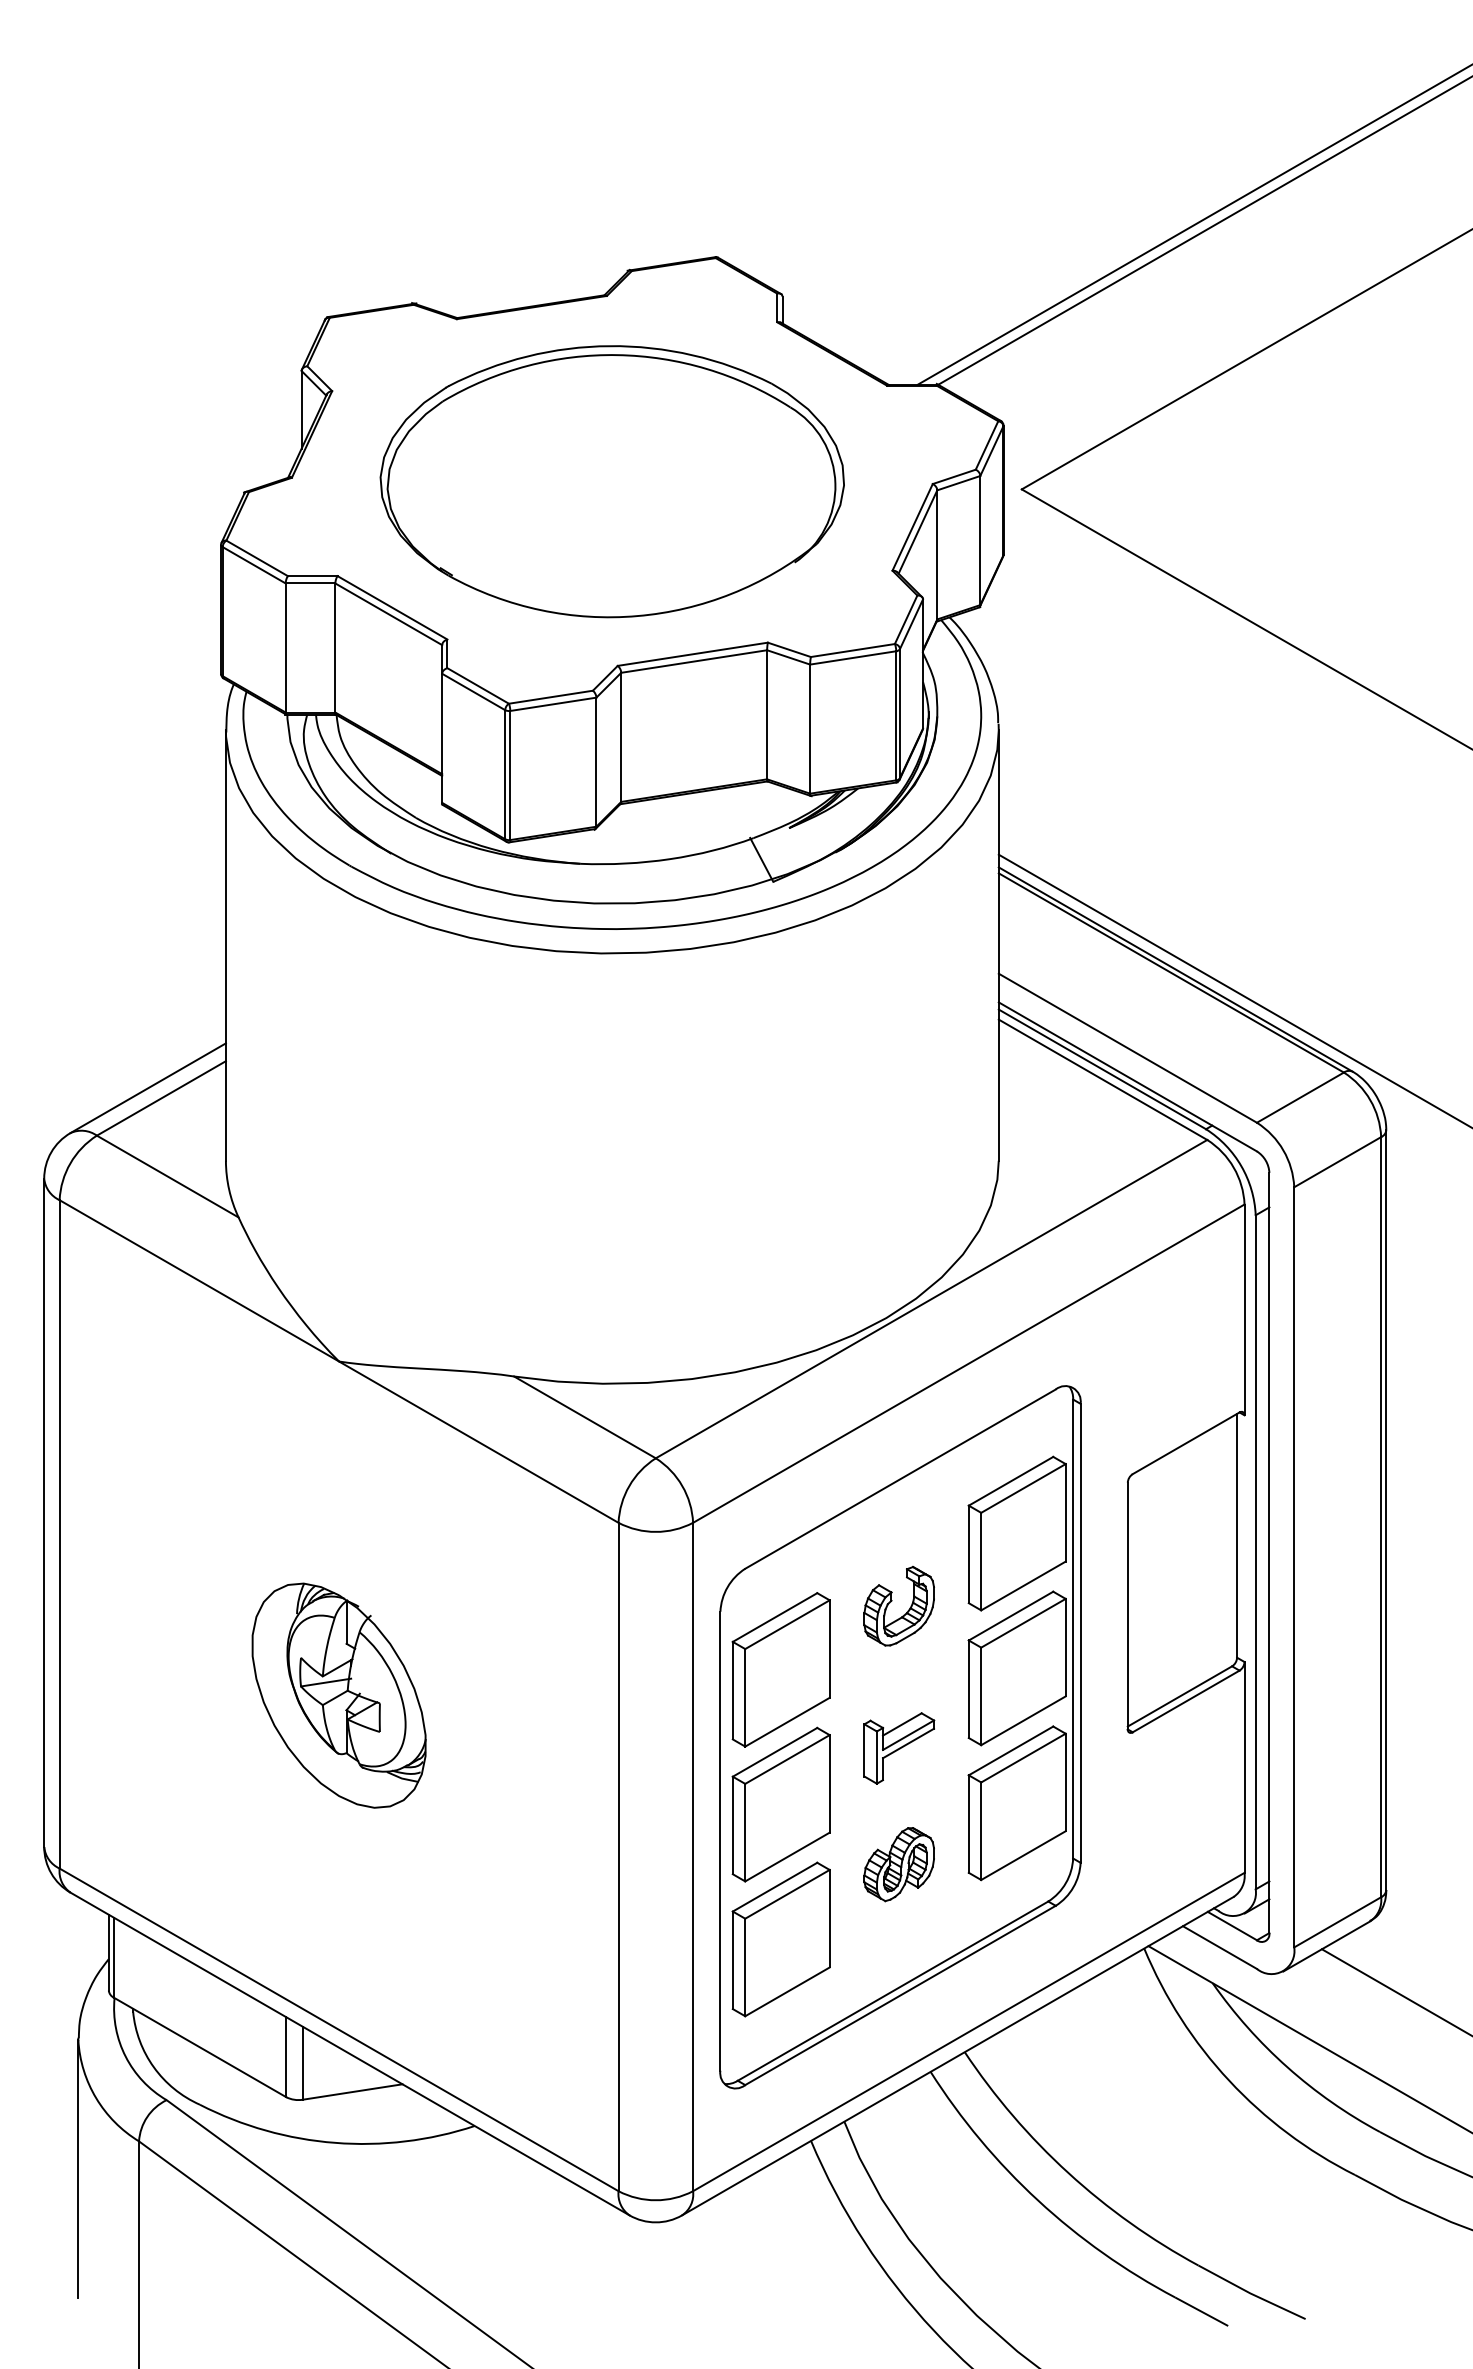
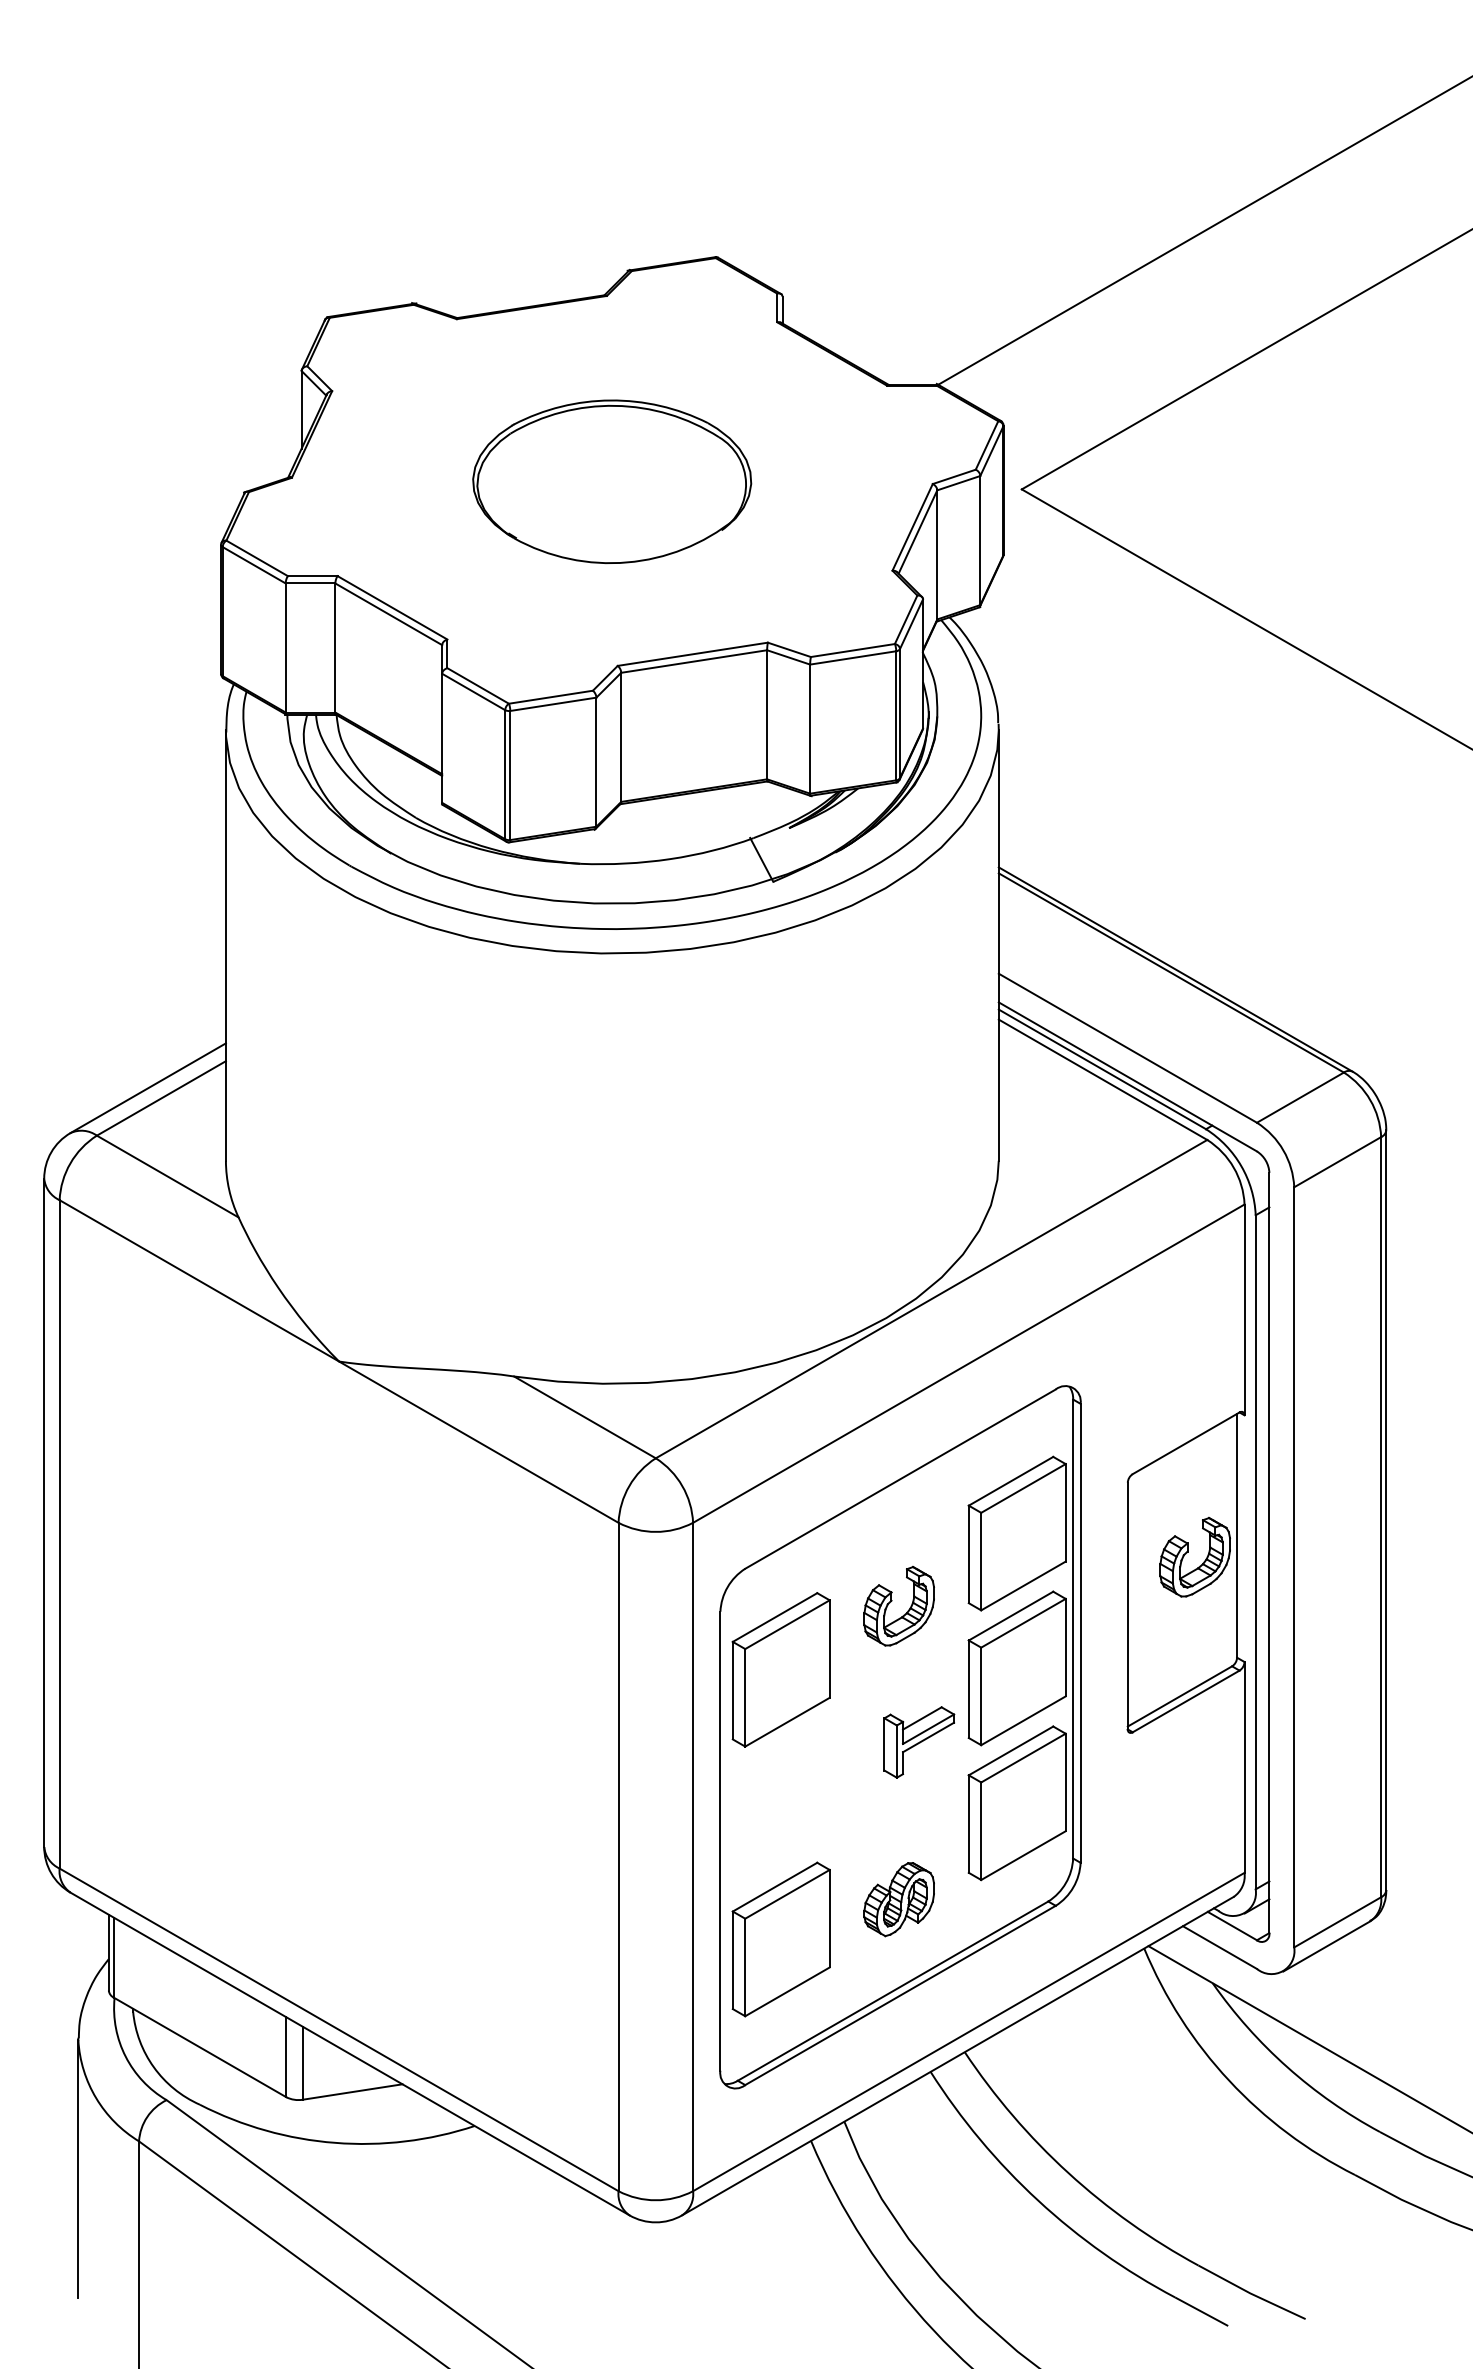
line at (1193, 225): present -> none
part at (611, 481) size: 466x274 px -> 281x165 px
line at (1233, 990): present -> none
part at (1188, 1552): none -> present
part at (338, 1695): present -> none
part at (899, 1748) position: (899, 1748) -> (919, 1742)
part at (780, 1804): present -> none
part at (898, 1864) position: (898, 1864) -> (898, 1899)
line at (1395, 1991): present -> none
